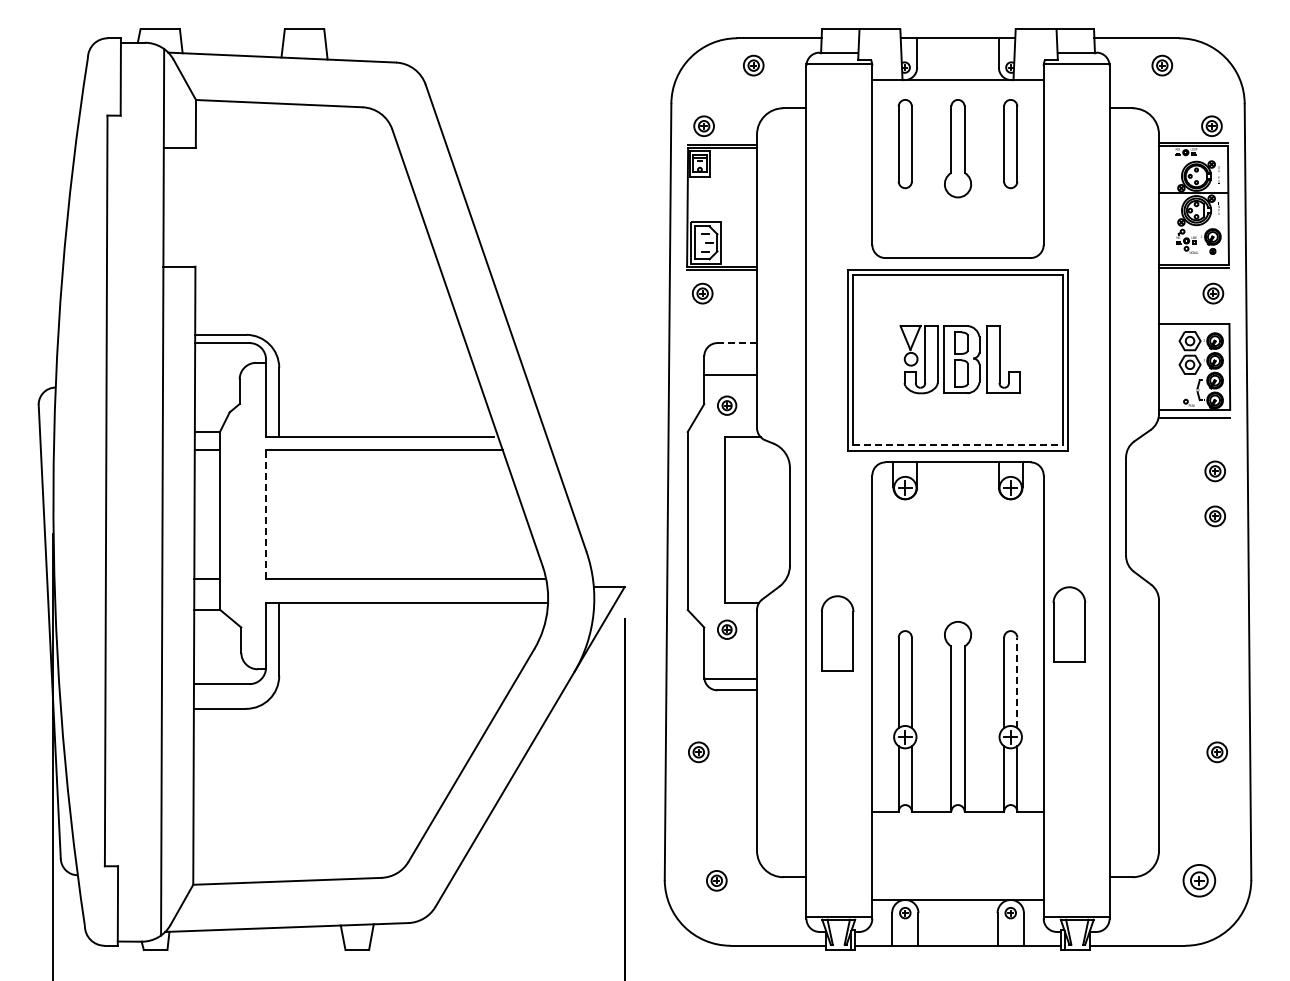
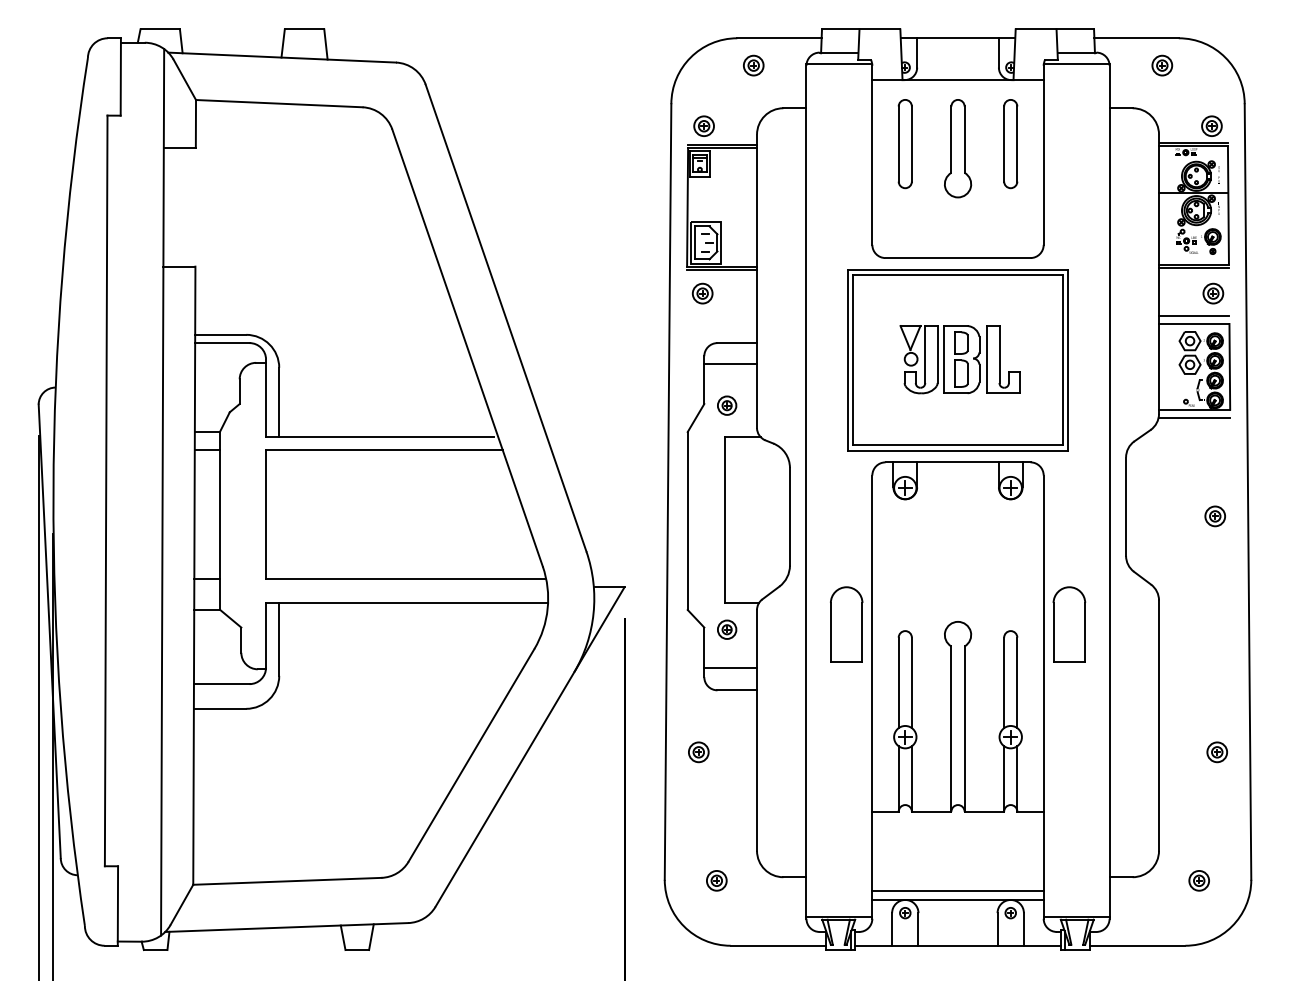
line at (1194, 316): none -> present
line at (737, 343): dashed -> solid
line at (730, 374) position: (730, 374) -> (730, 363)
line at (958, 445): dashed -> solid
part at (1214, 471): present -> none
line at (266, 513): dashed -> solid
part at (837, 633) position: (837, 633) -> (846, 624)
line at (730, 678) position: (730, 678) -> (730, 667)
line at (1017, 682): dashed -> solid
line at (38, 706): none -> present
part at (1199, 880) size: 35x34 px -> 22x22 px
line at (957, 890): none -> present
